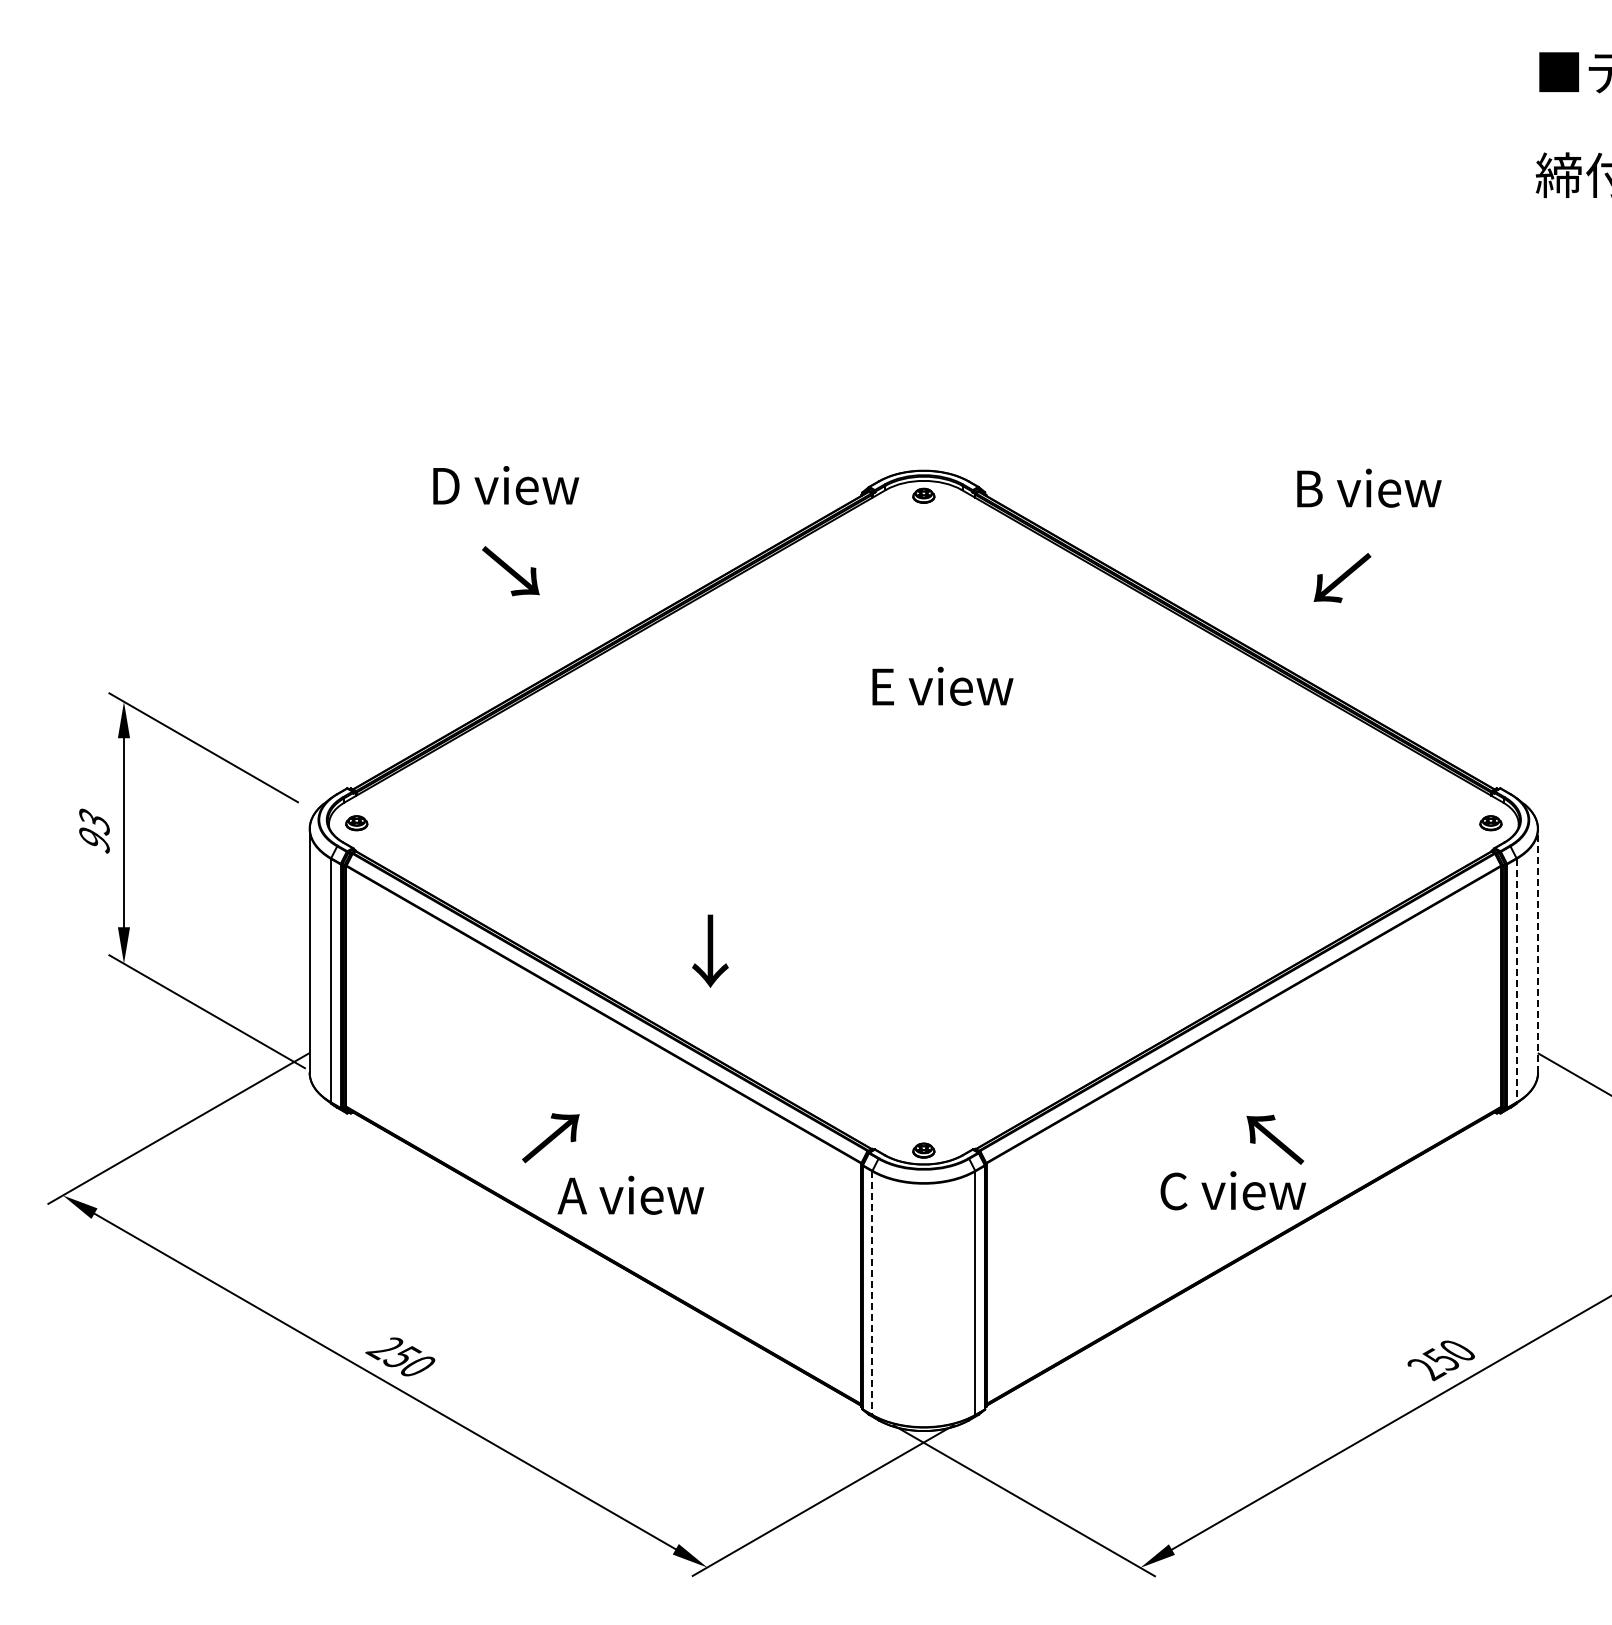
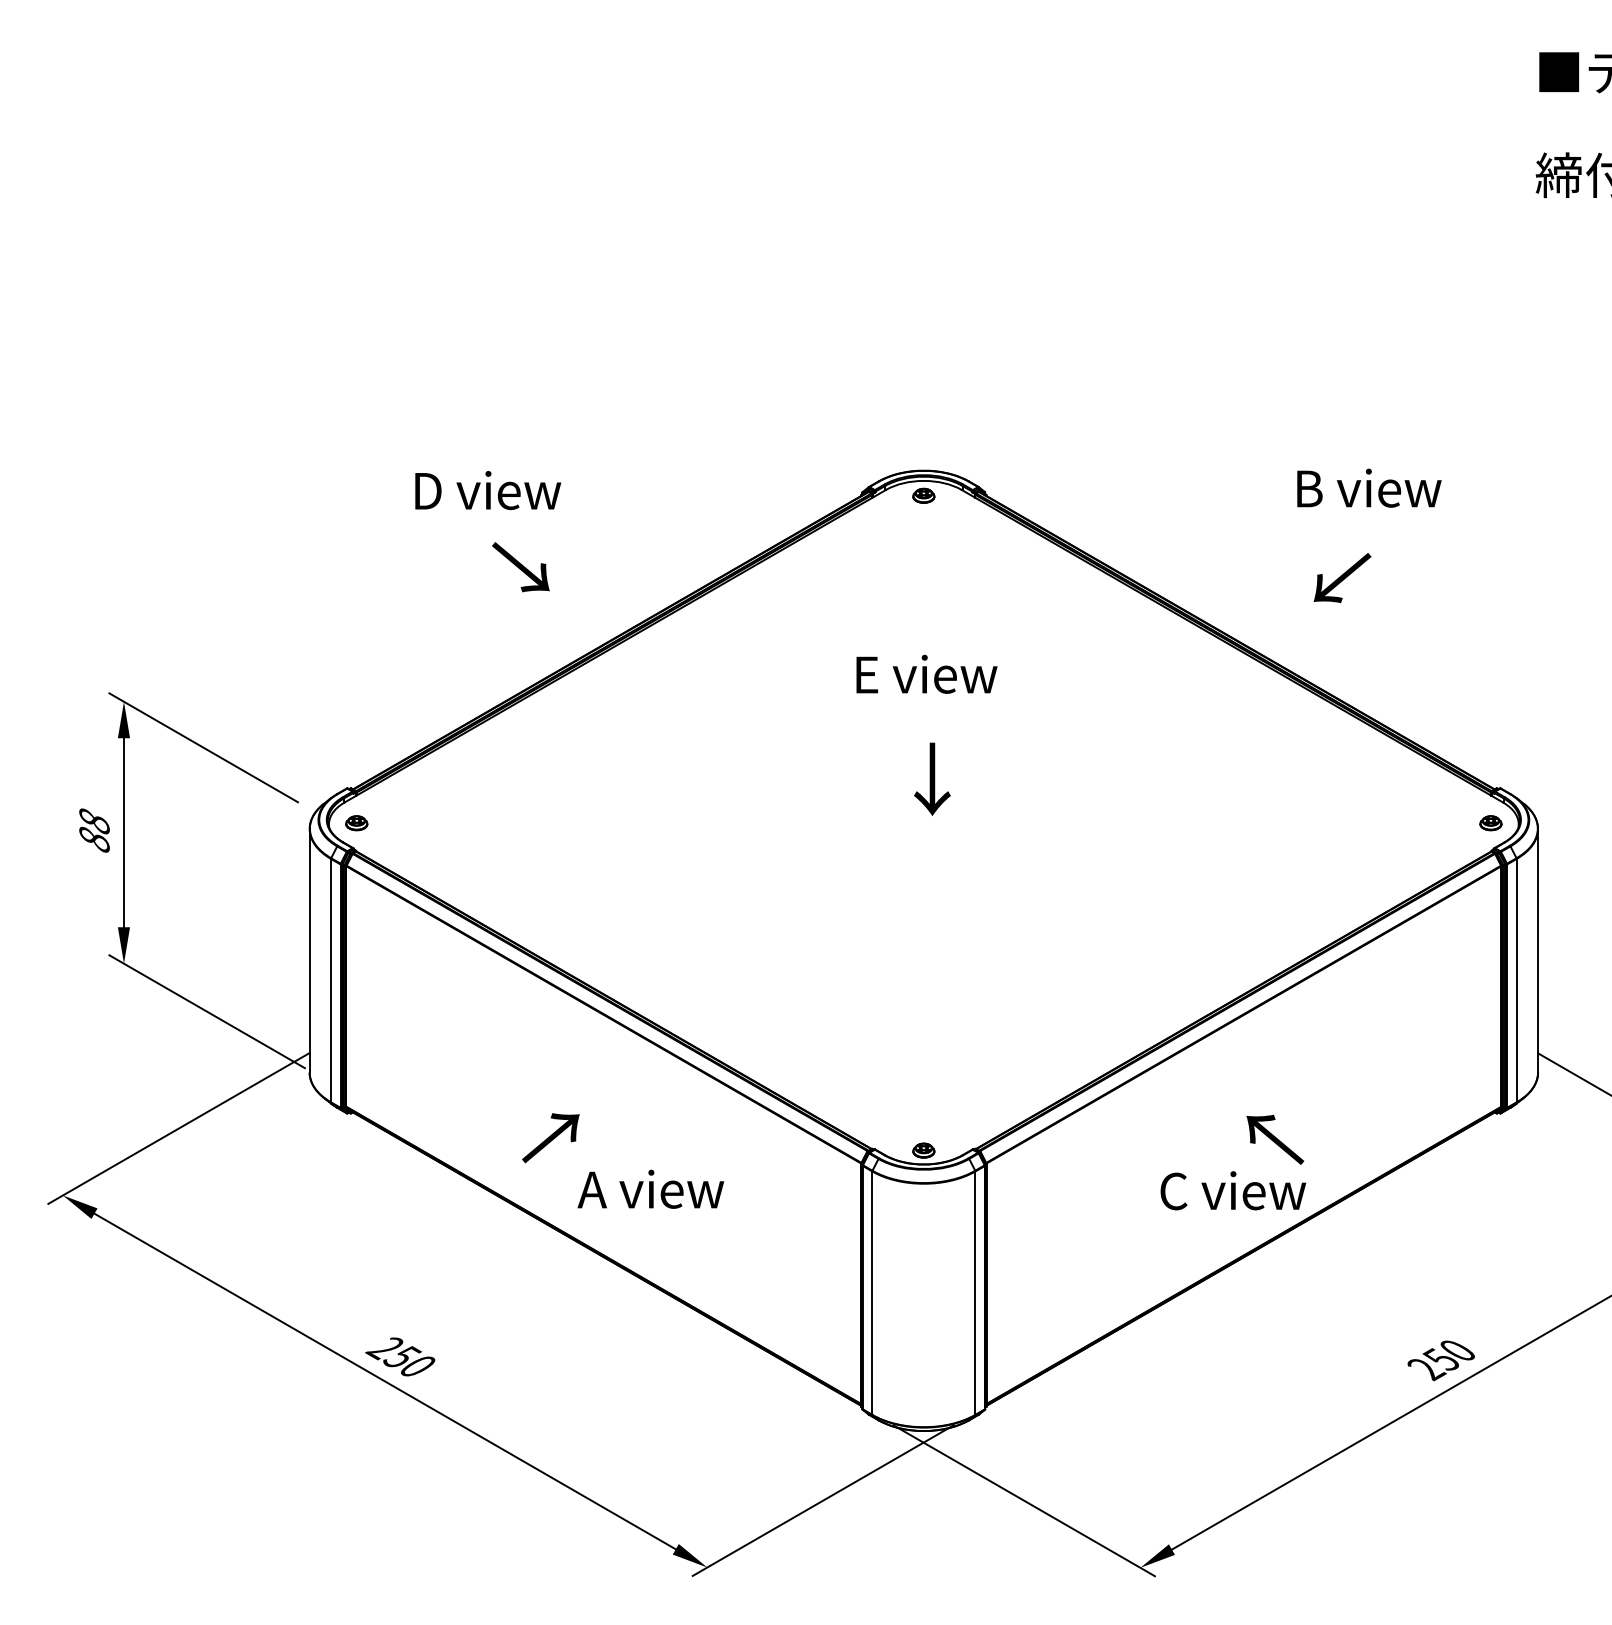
text at (506, 485) position: (506, 485) -> (488, 490)
text at (510, 571) position: (510, 571) -> (520, 567)
text at (942, 685) position: (942, 685) -> (926, 673)
text at (94, 830): 93 -> 88
text at (710, 950) position: (710, 950) -> (932, 778)
line at (1538, 950): dashed -> solid
line at (1516, 980): dashed -> solid
text at (630, 1194) position: (630, 1194) -> (650, 1188)
line at (872, 1293): dashed -> solid
